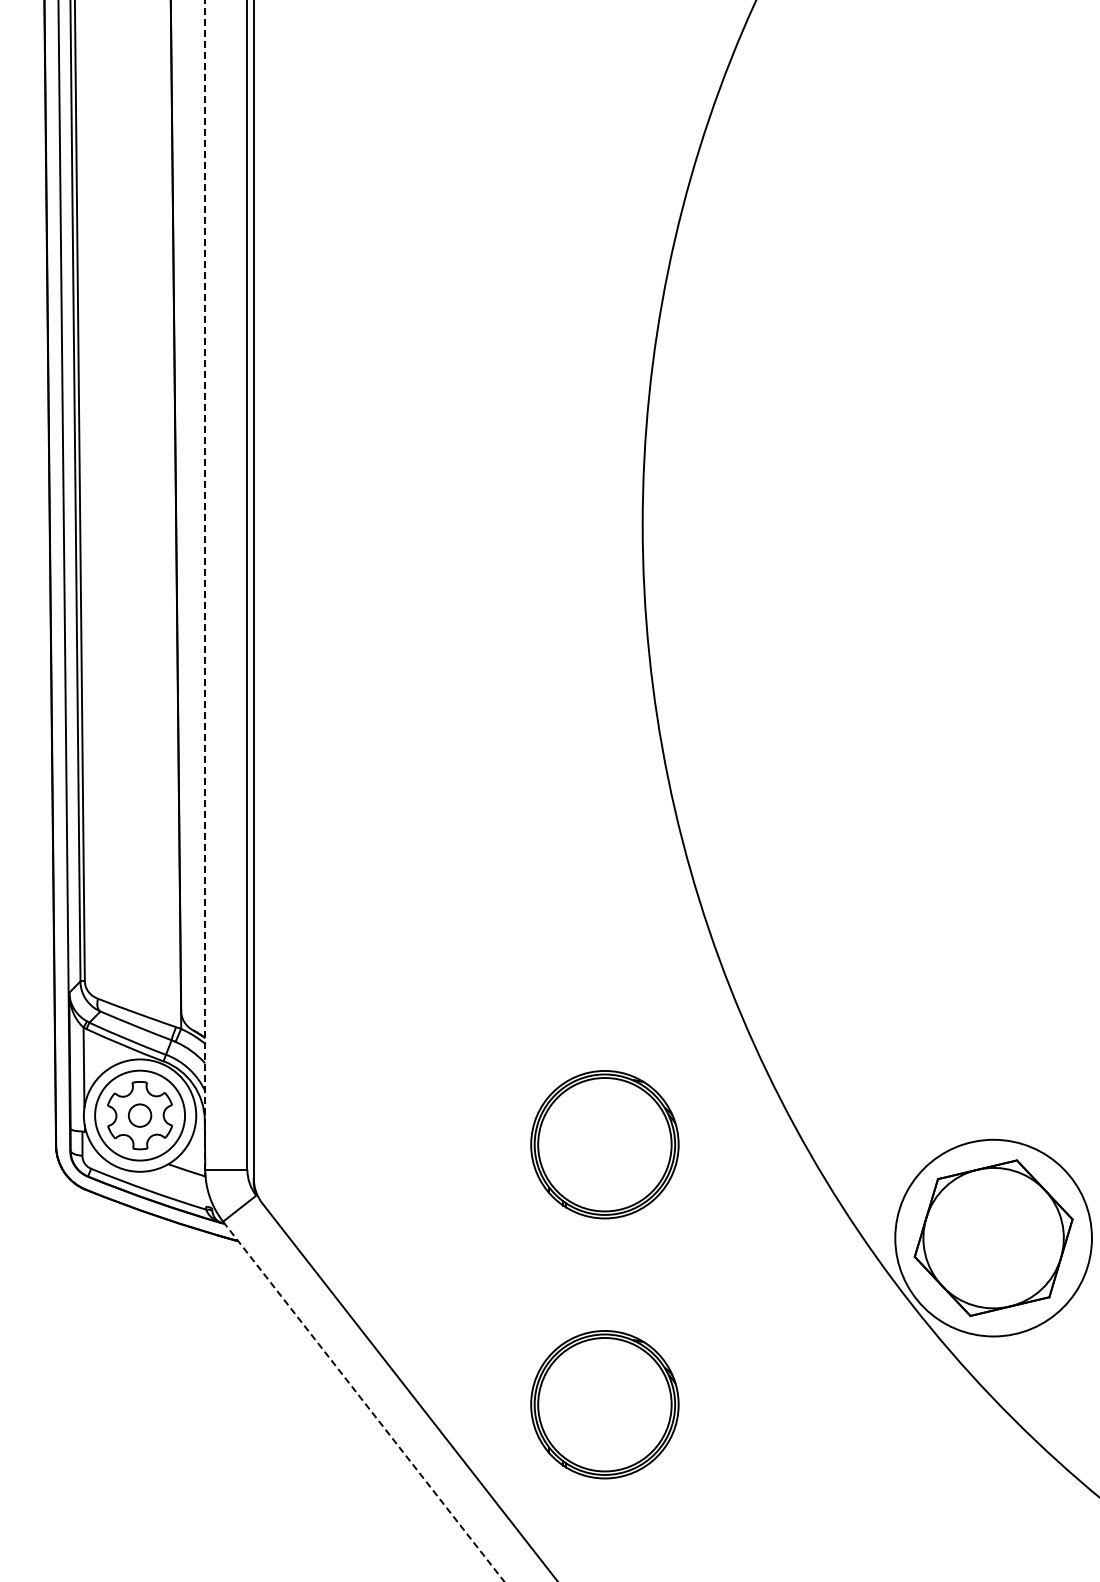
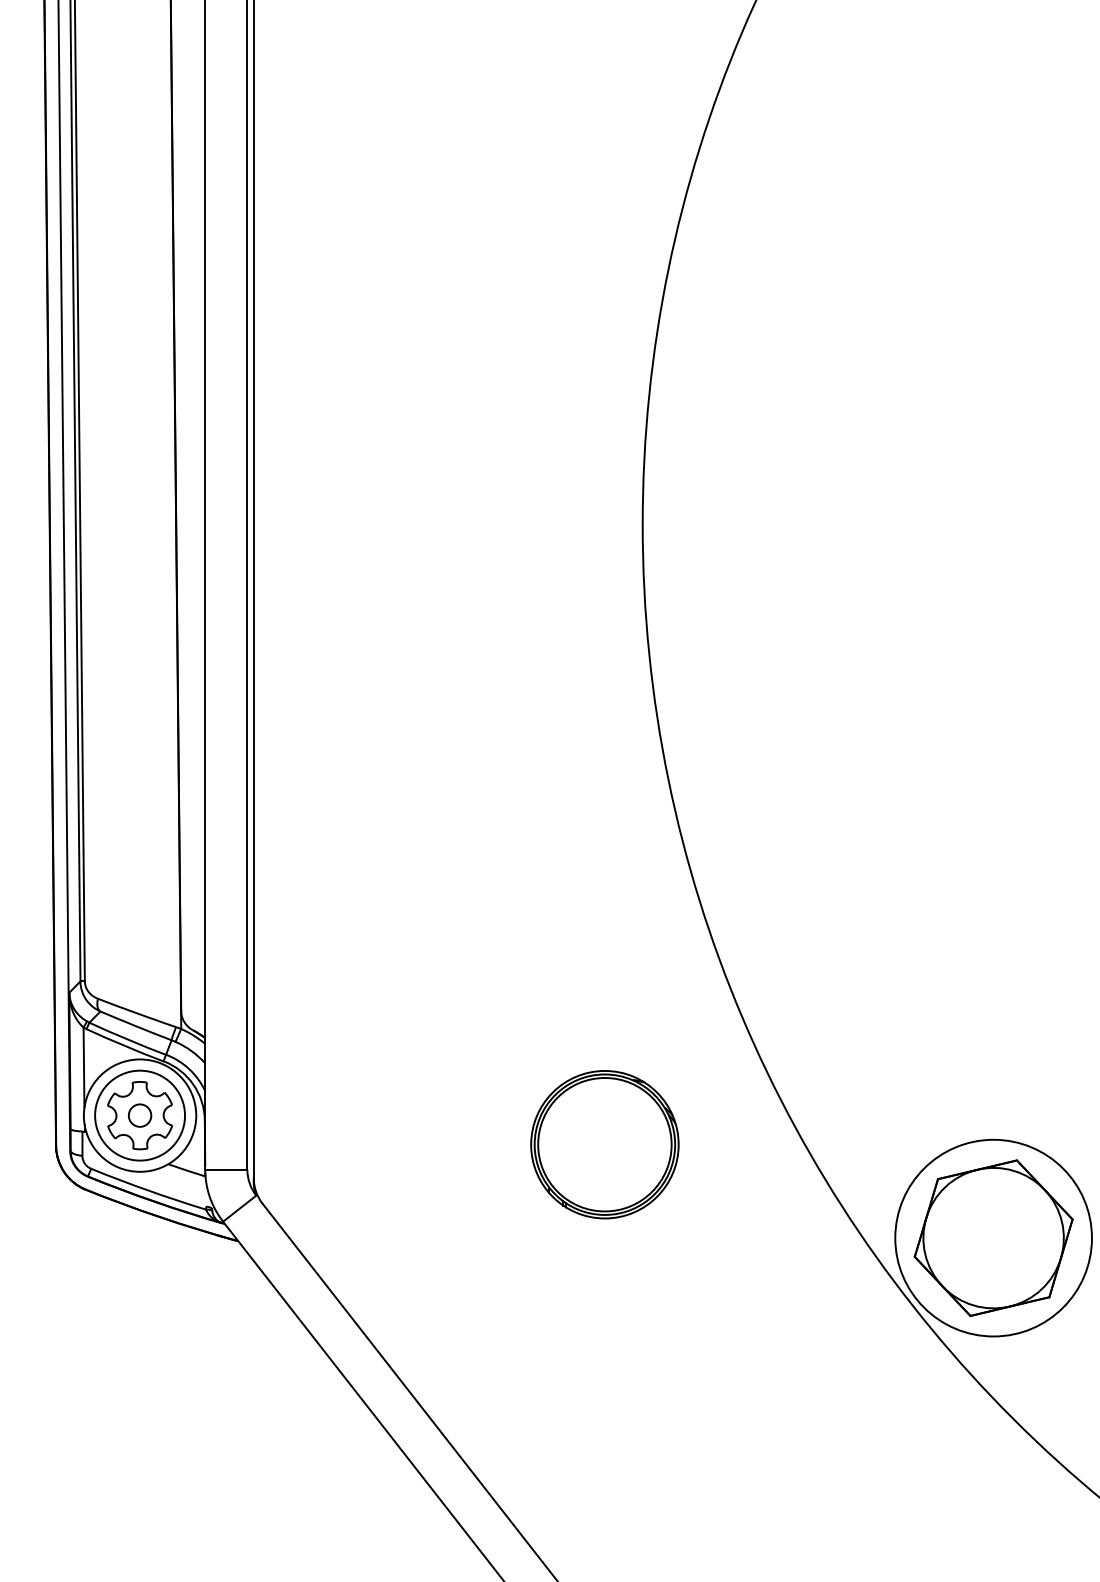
line at (205, 584): dashed -> solid
line at (364, 1402): dashed -> solid
part at (604, 1404): present -> none
